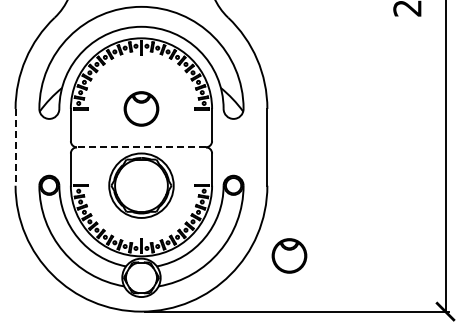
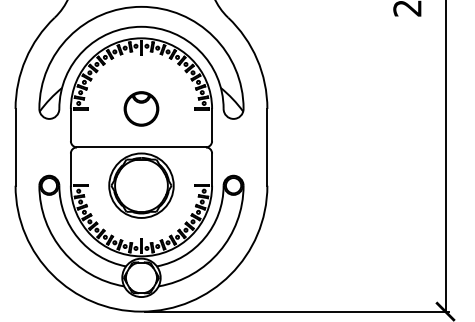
line at (15, 147): dashed -> solid
line at (140, 147): dashed -> solid
part at (289, 255): present -> none
